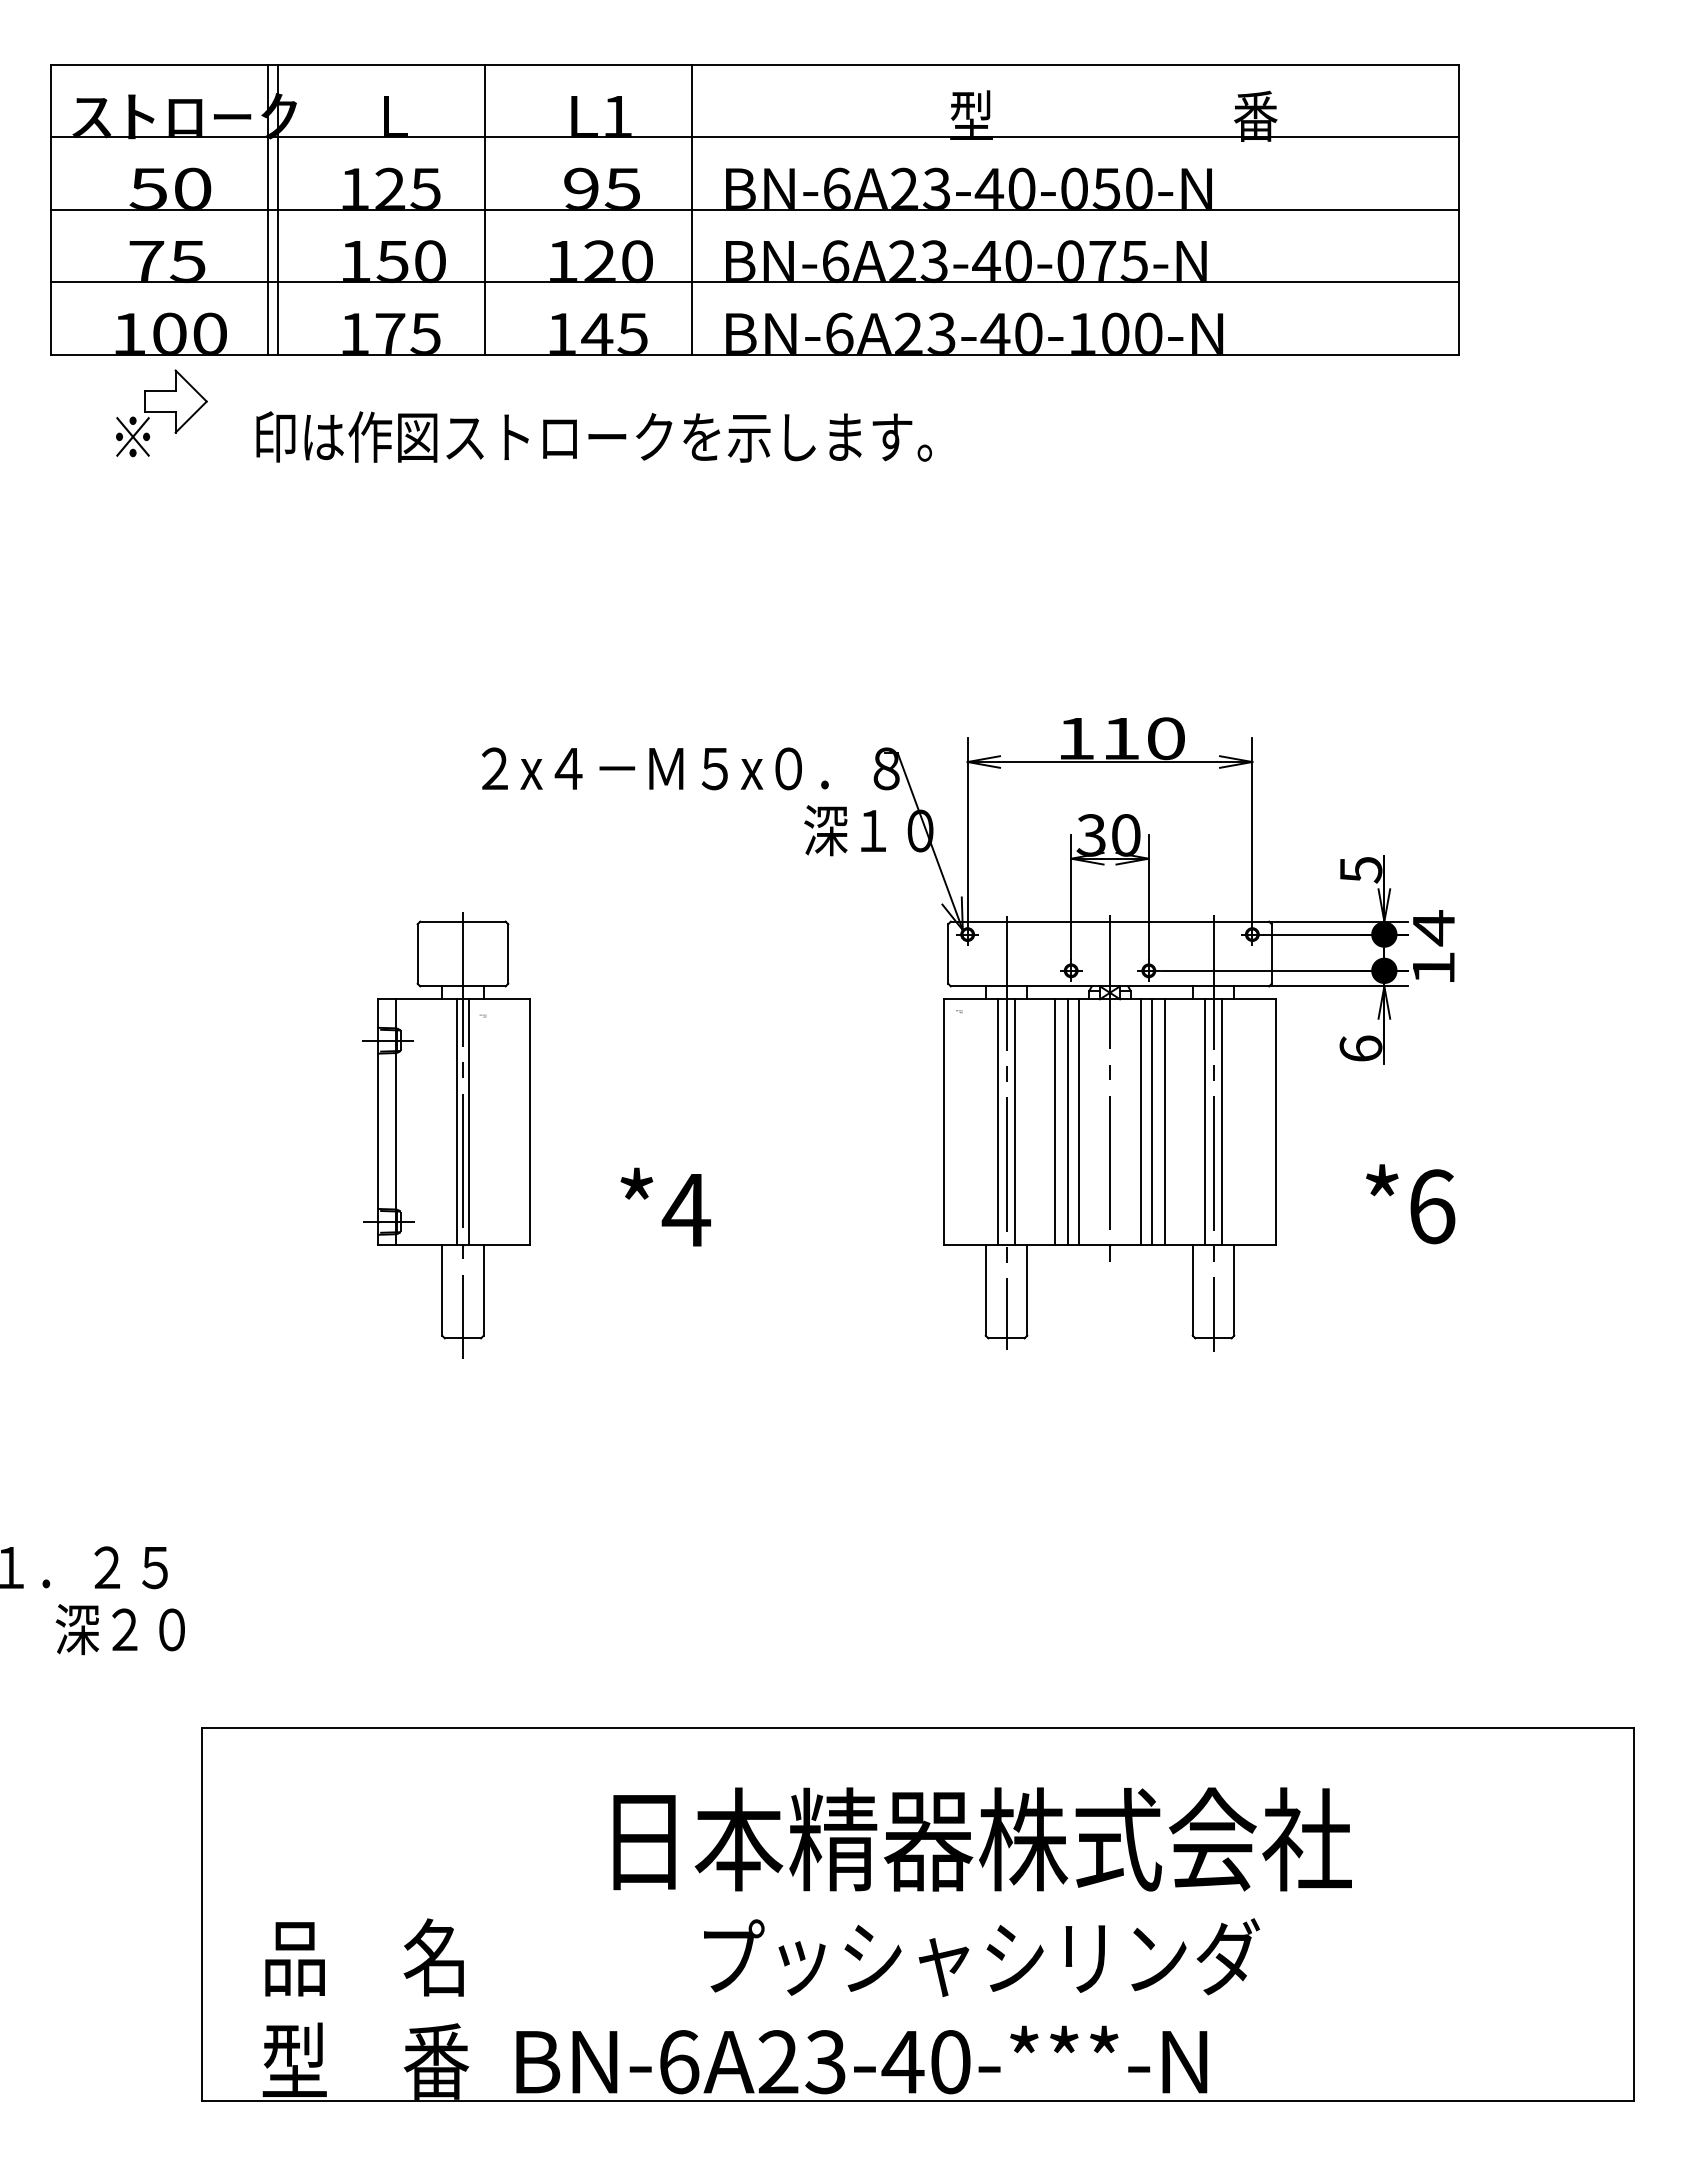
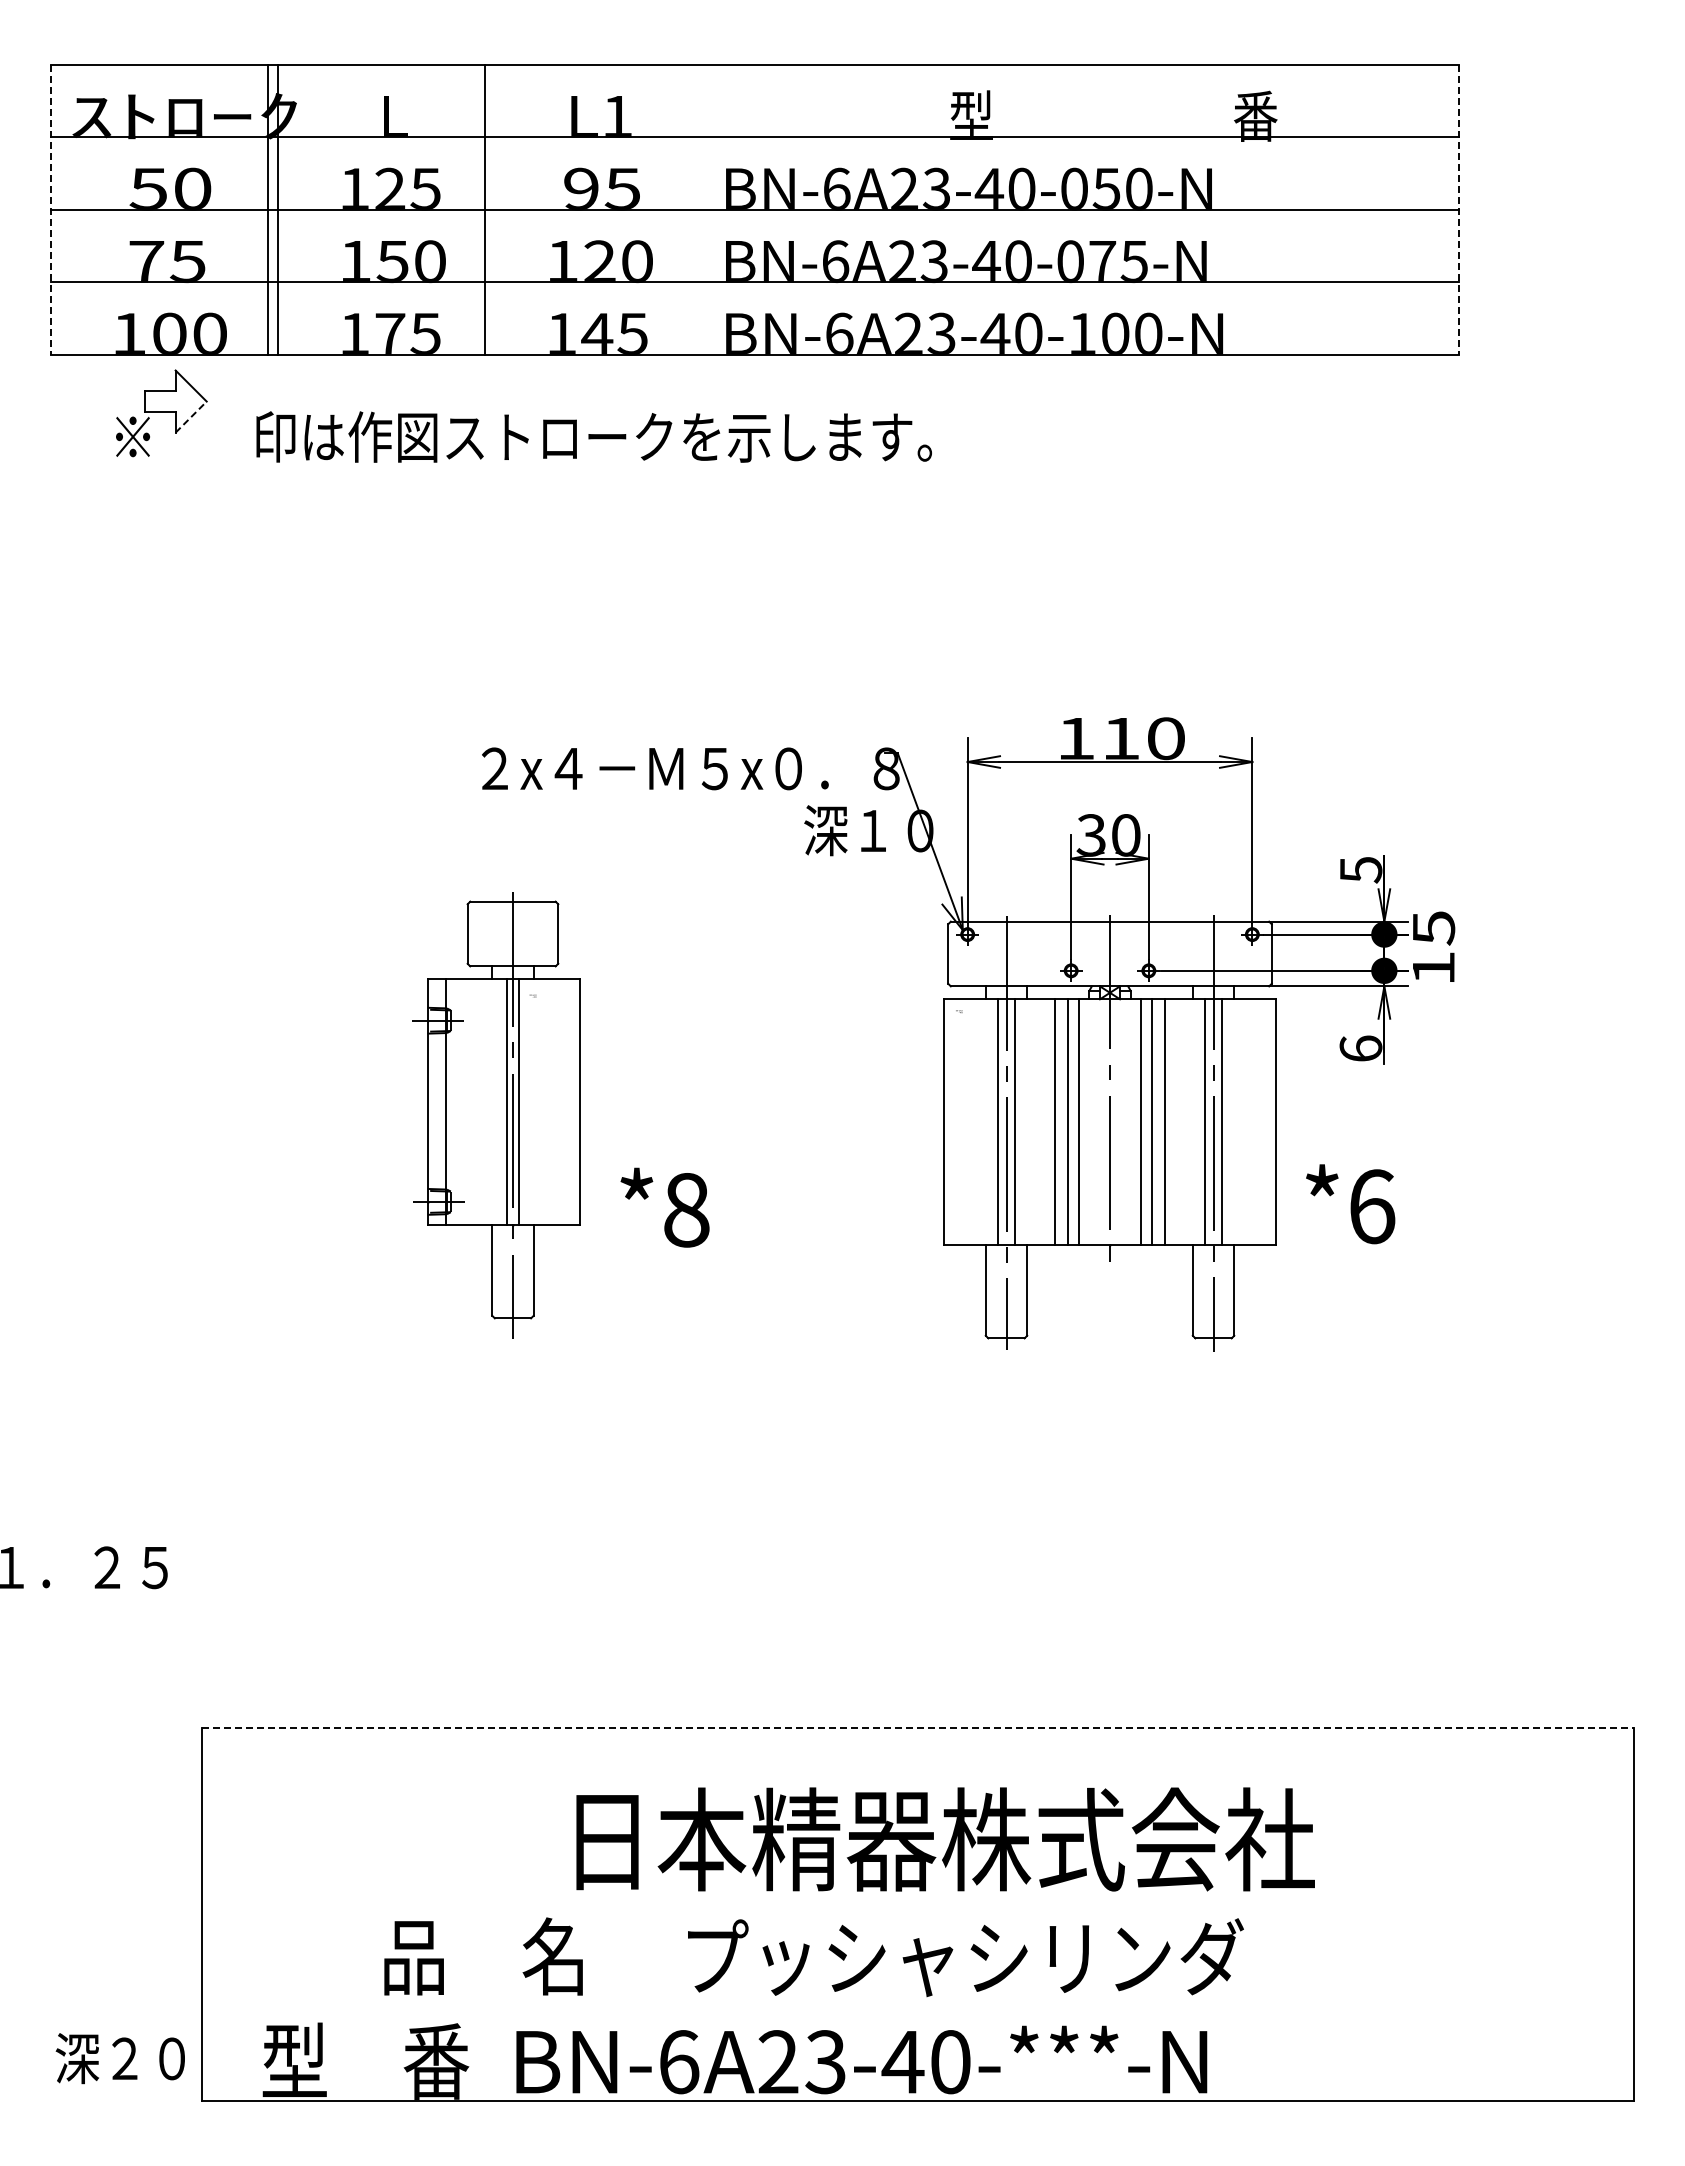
line at (50, 209): solid -> dashed
line at (692, 209): present -> none
line at (1458, 209): solid -> dashed
line at (191, 417): solid -> dashed
text at (1434, 928): 14 -> 15
part at (446, 1135) position: (446, 1135) -> (496, 1115)
text at (1410, 1204) position: (1410, 1204) -> (1350, 1204)
text at (686, 1210): *4 -> *8
text at (119, 1629) position: (119, 1629) -> (119, 2058)
line at (918, 1728): solid -> dashed
text at (982, 1839) position: (982, 1839) -> (945, 1839)
text at (364, 1957) position: (364, 1957) -> (483, 1956)
text at (981, 1957) position: (981, 1957) -> (965, 1957)
